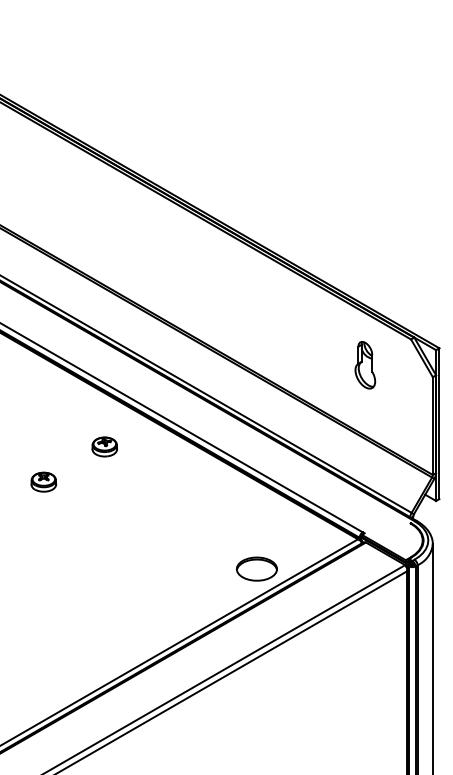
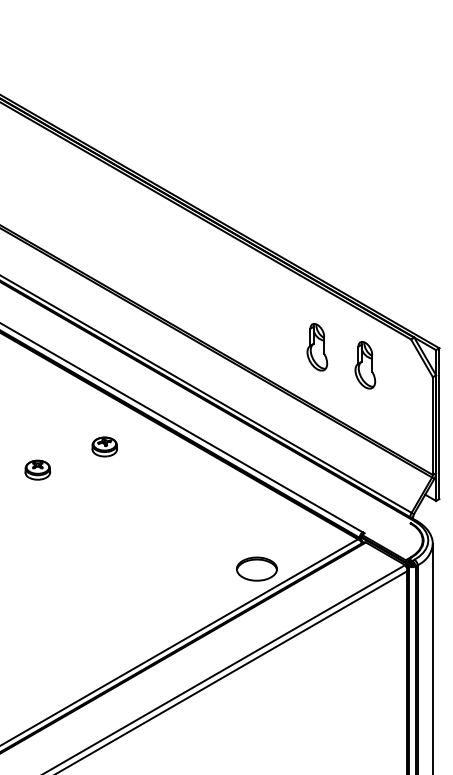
part at (317, 347): none -> present
part at (43, 481) position: (43, 481) -> (37, 469)
